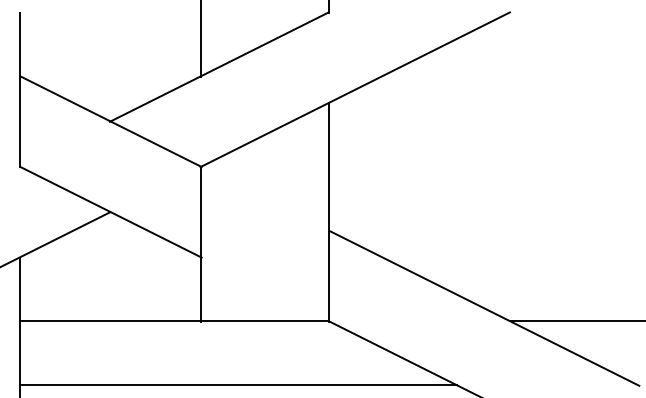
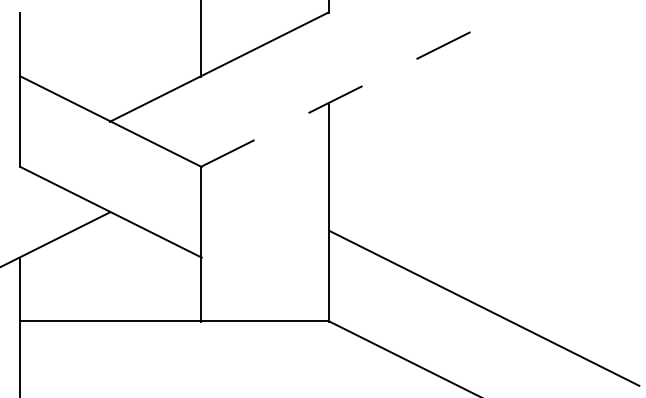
line at (355, 89): solid -> dashed
line at (576, 321): present -> none
line at (238, 385): present -> none
